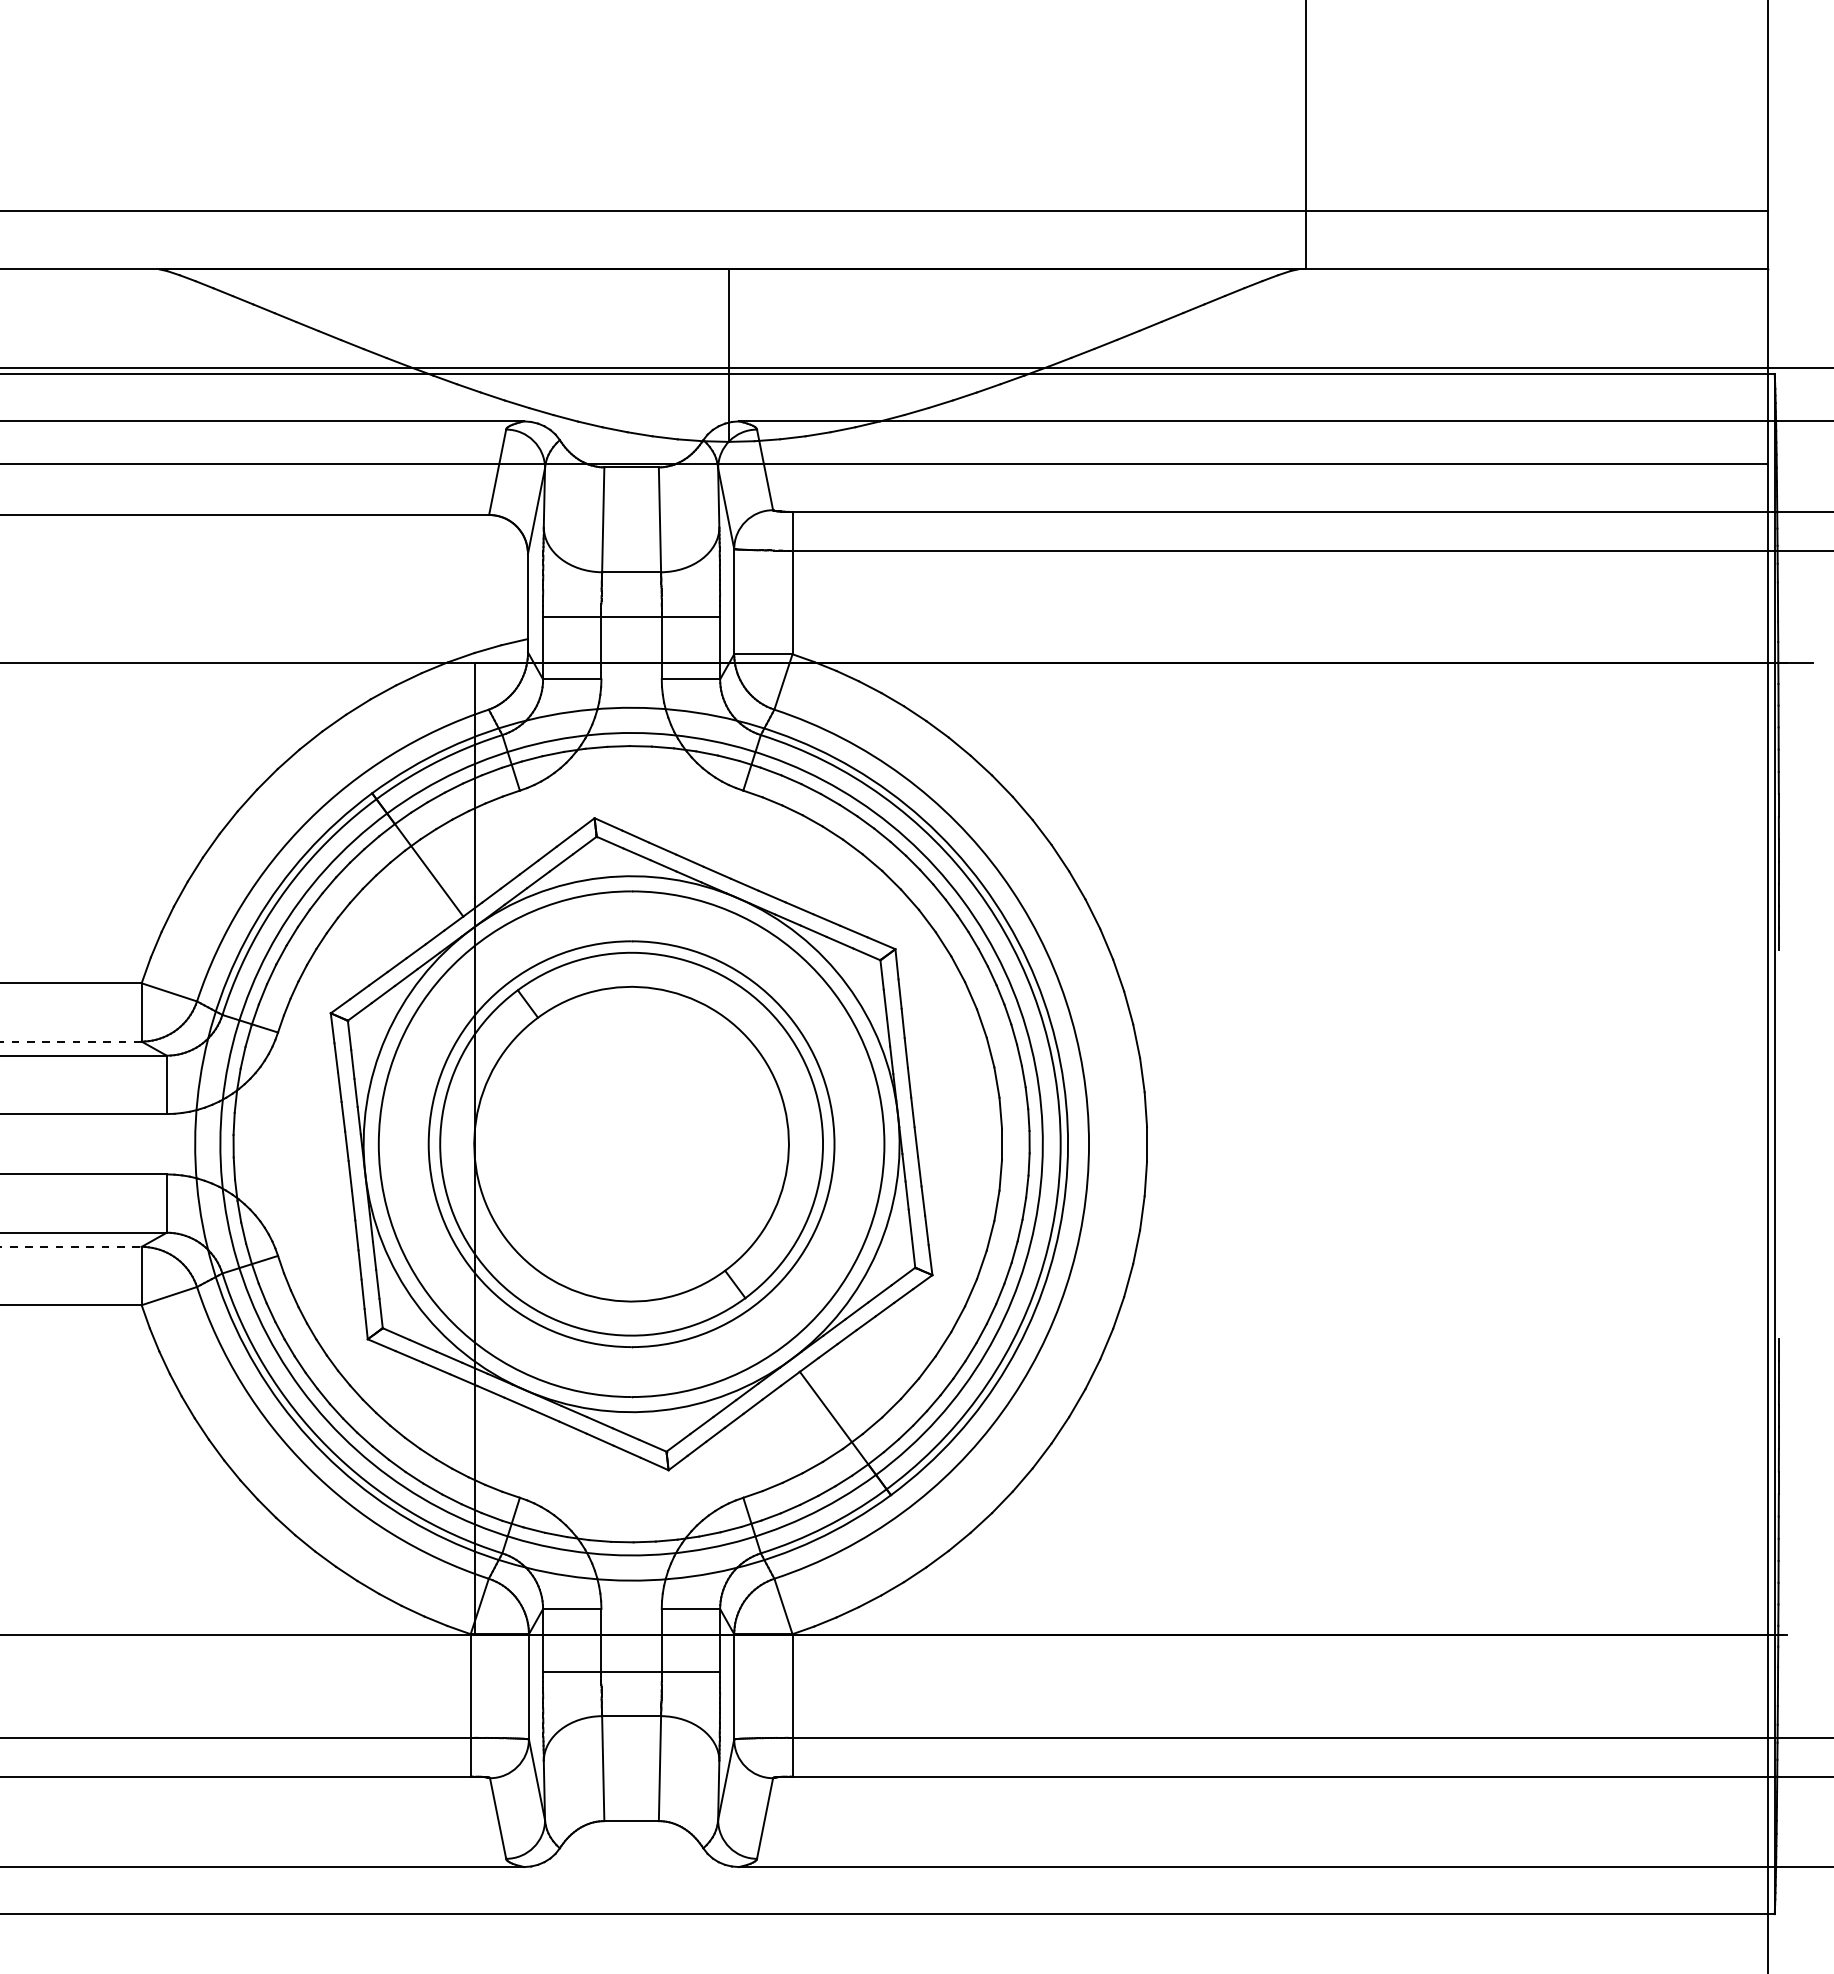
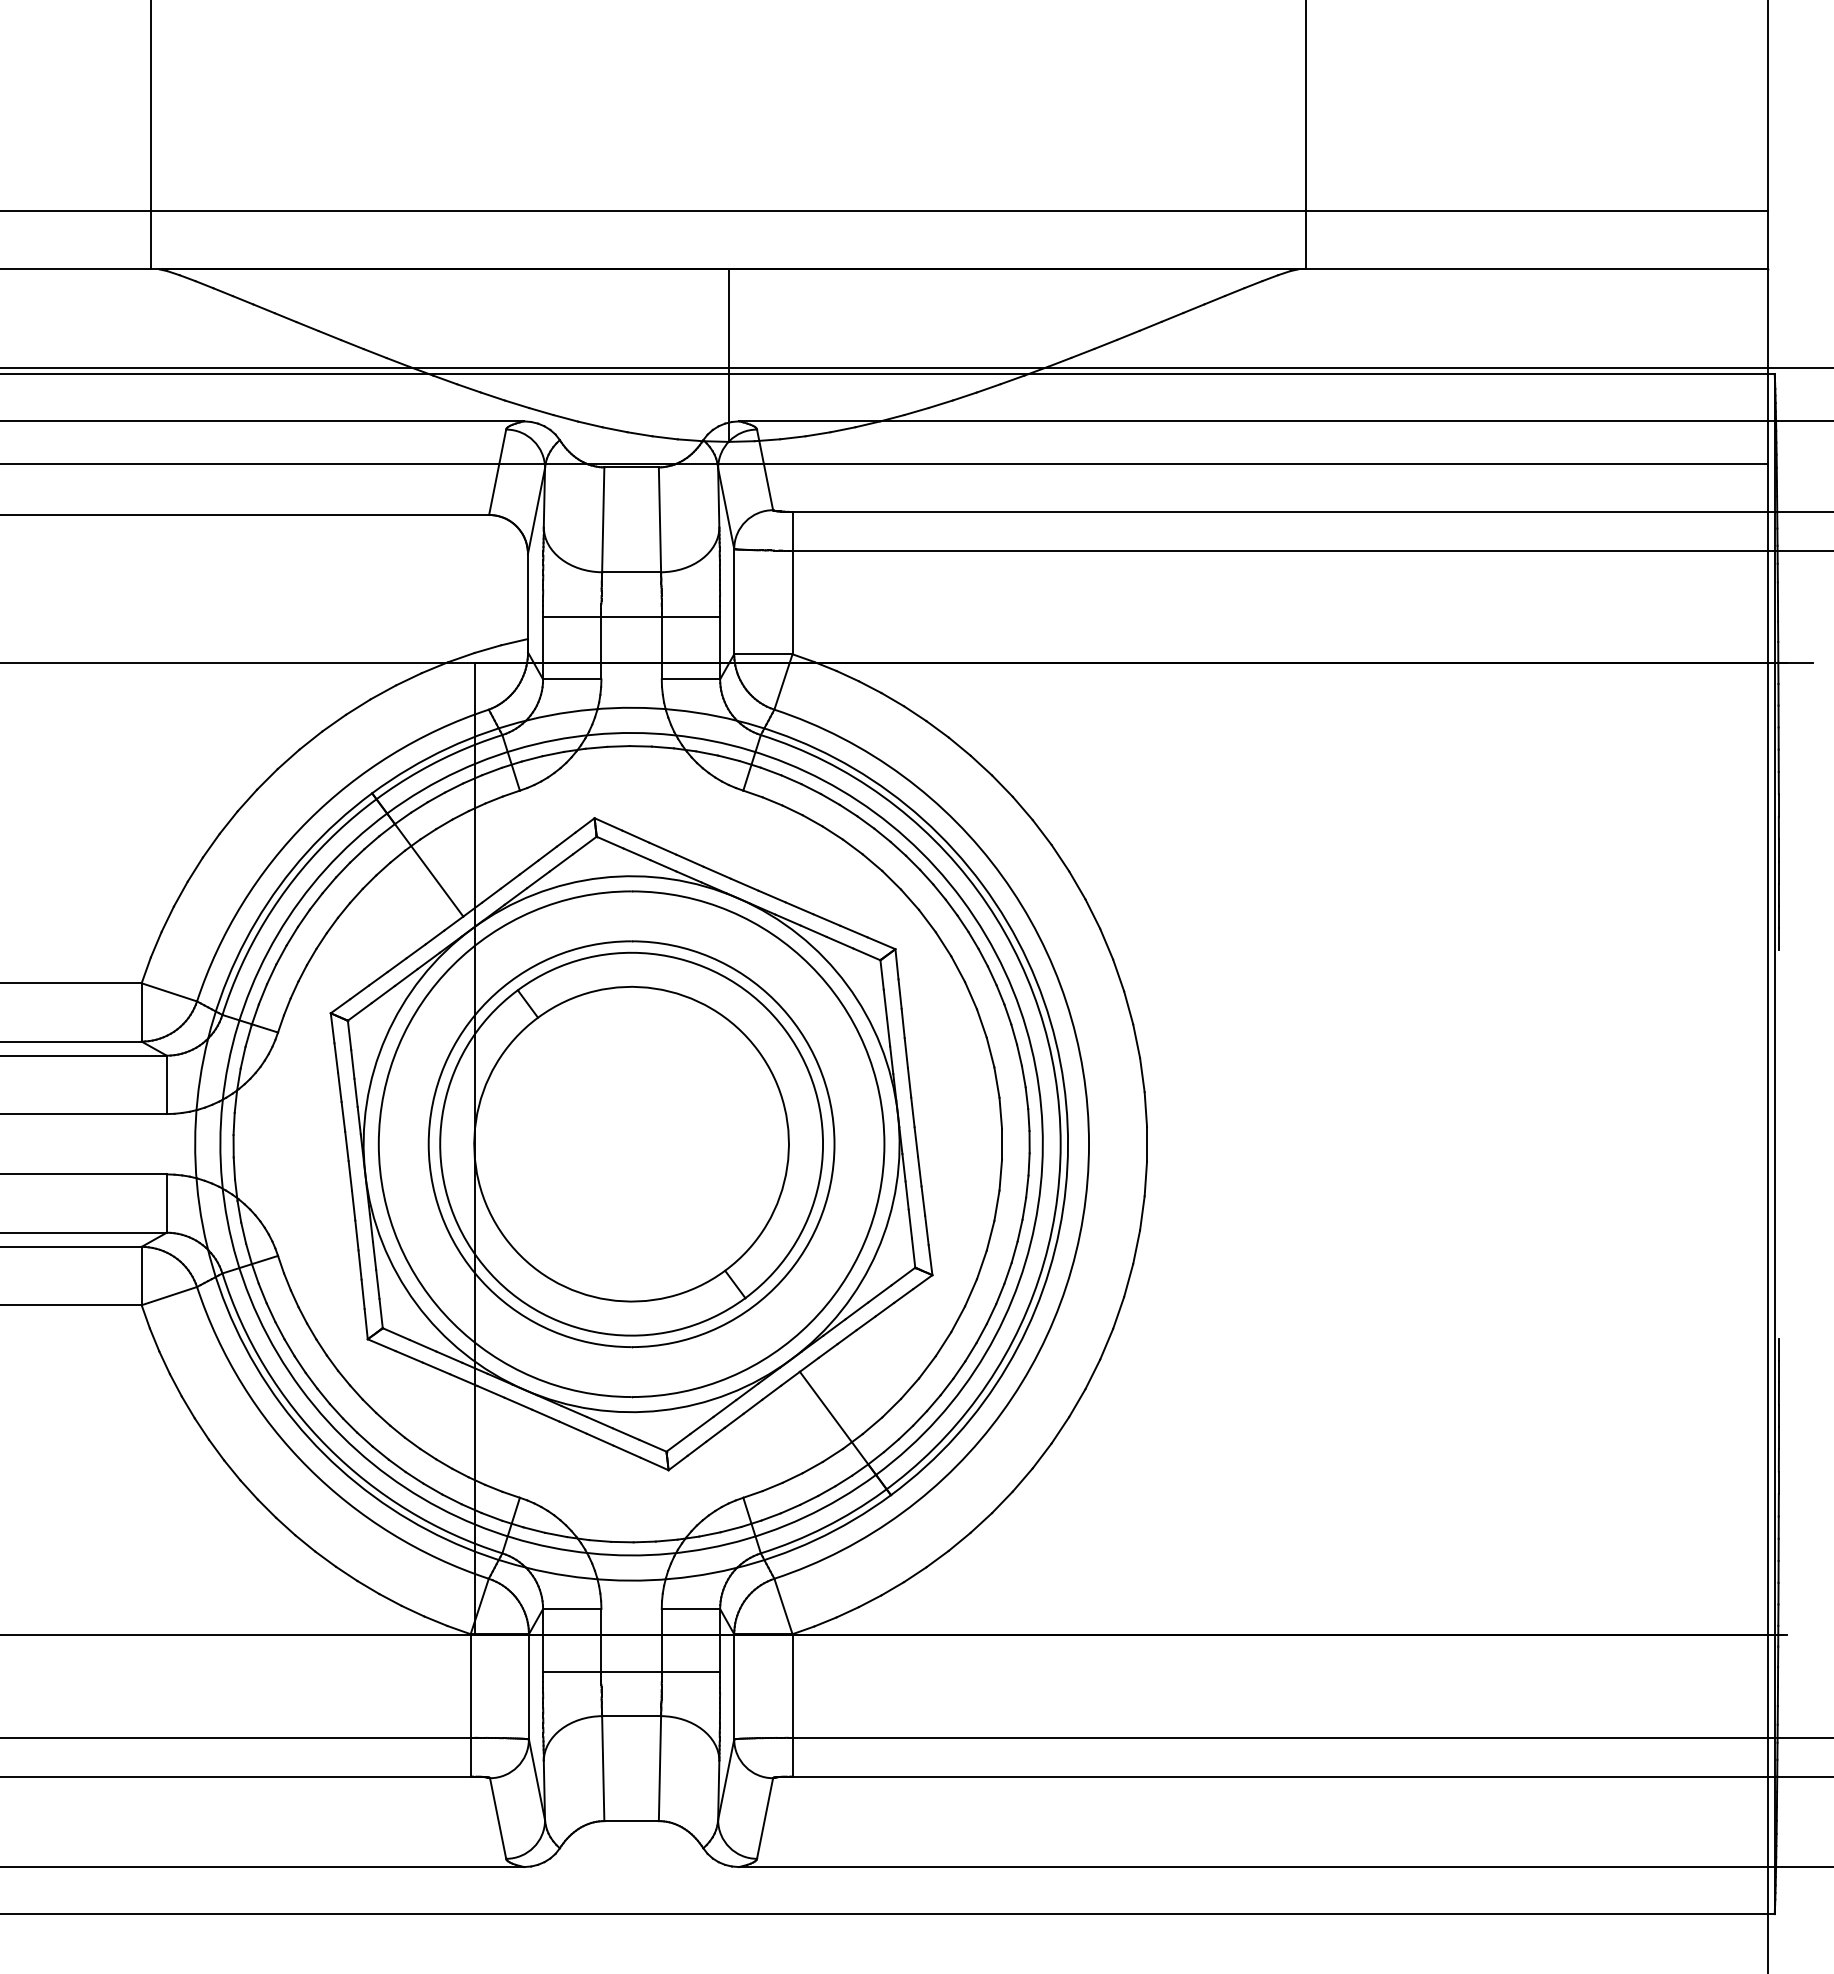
line at (151, 135): none -> present
line at (70, 1041): dashed -> solid
line at (71, 1246): dashed -> solid
